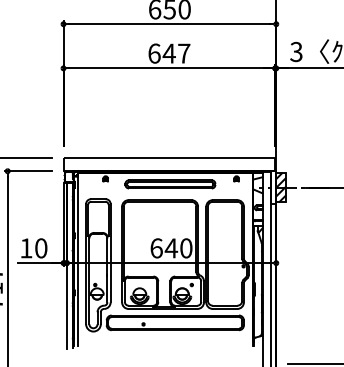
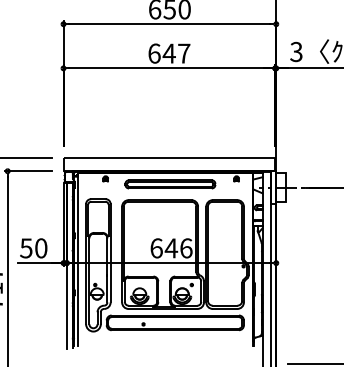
hatch at (281, 187): present -> none
text at (26, 248): 10 -> 50
text at (186, 248): 640 -> 646
